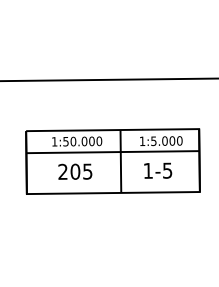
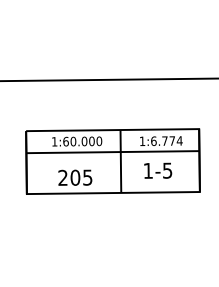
text at (166, 140): 1:5.000 -> 1:6.774
text at (65, 141): 1:50.000 -> 1:60.000
text at (75, 171) position: (75, 171) -> (75, 177)
